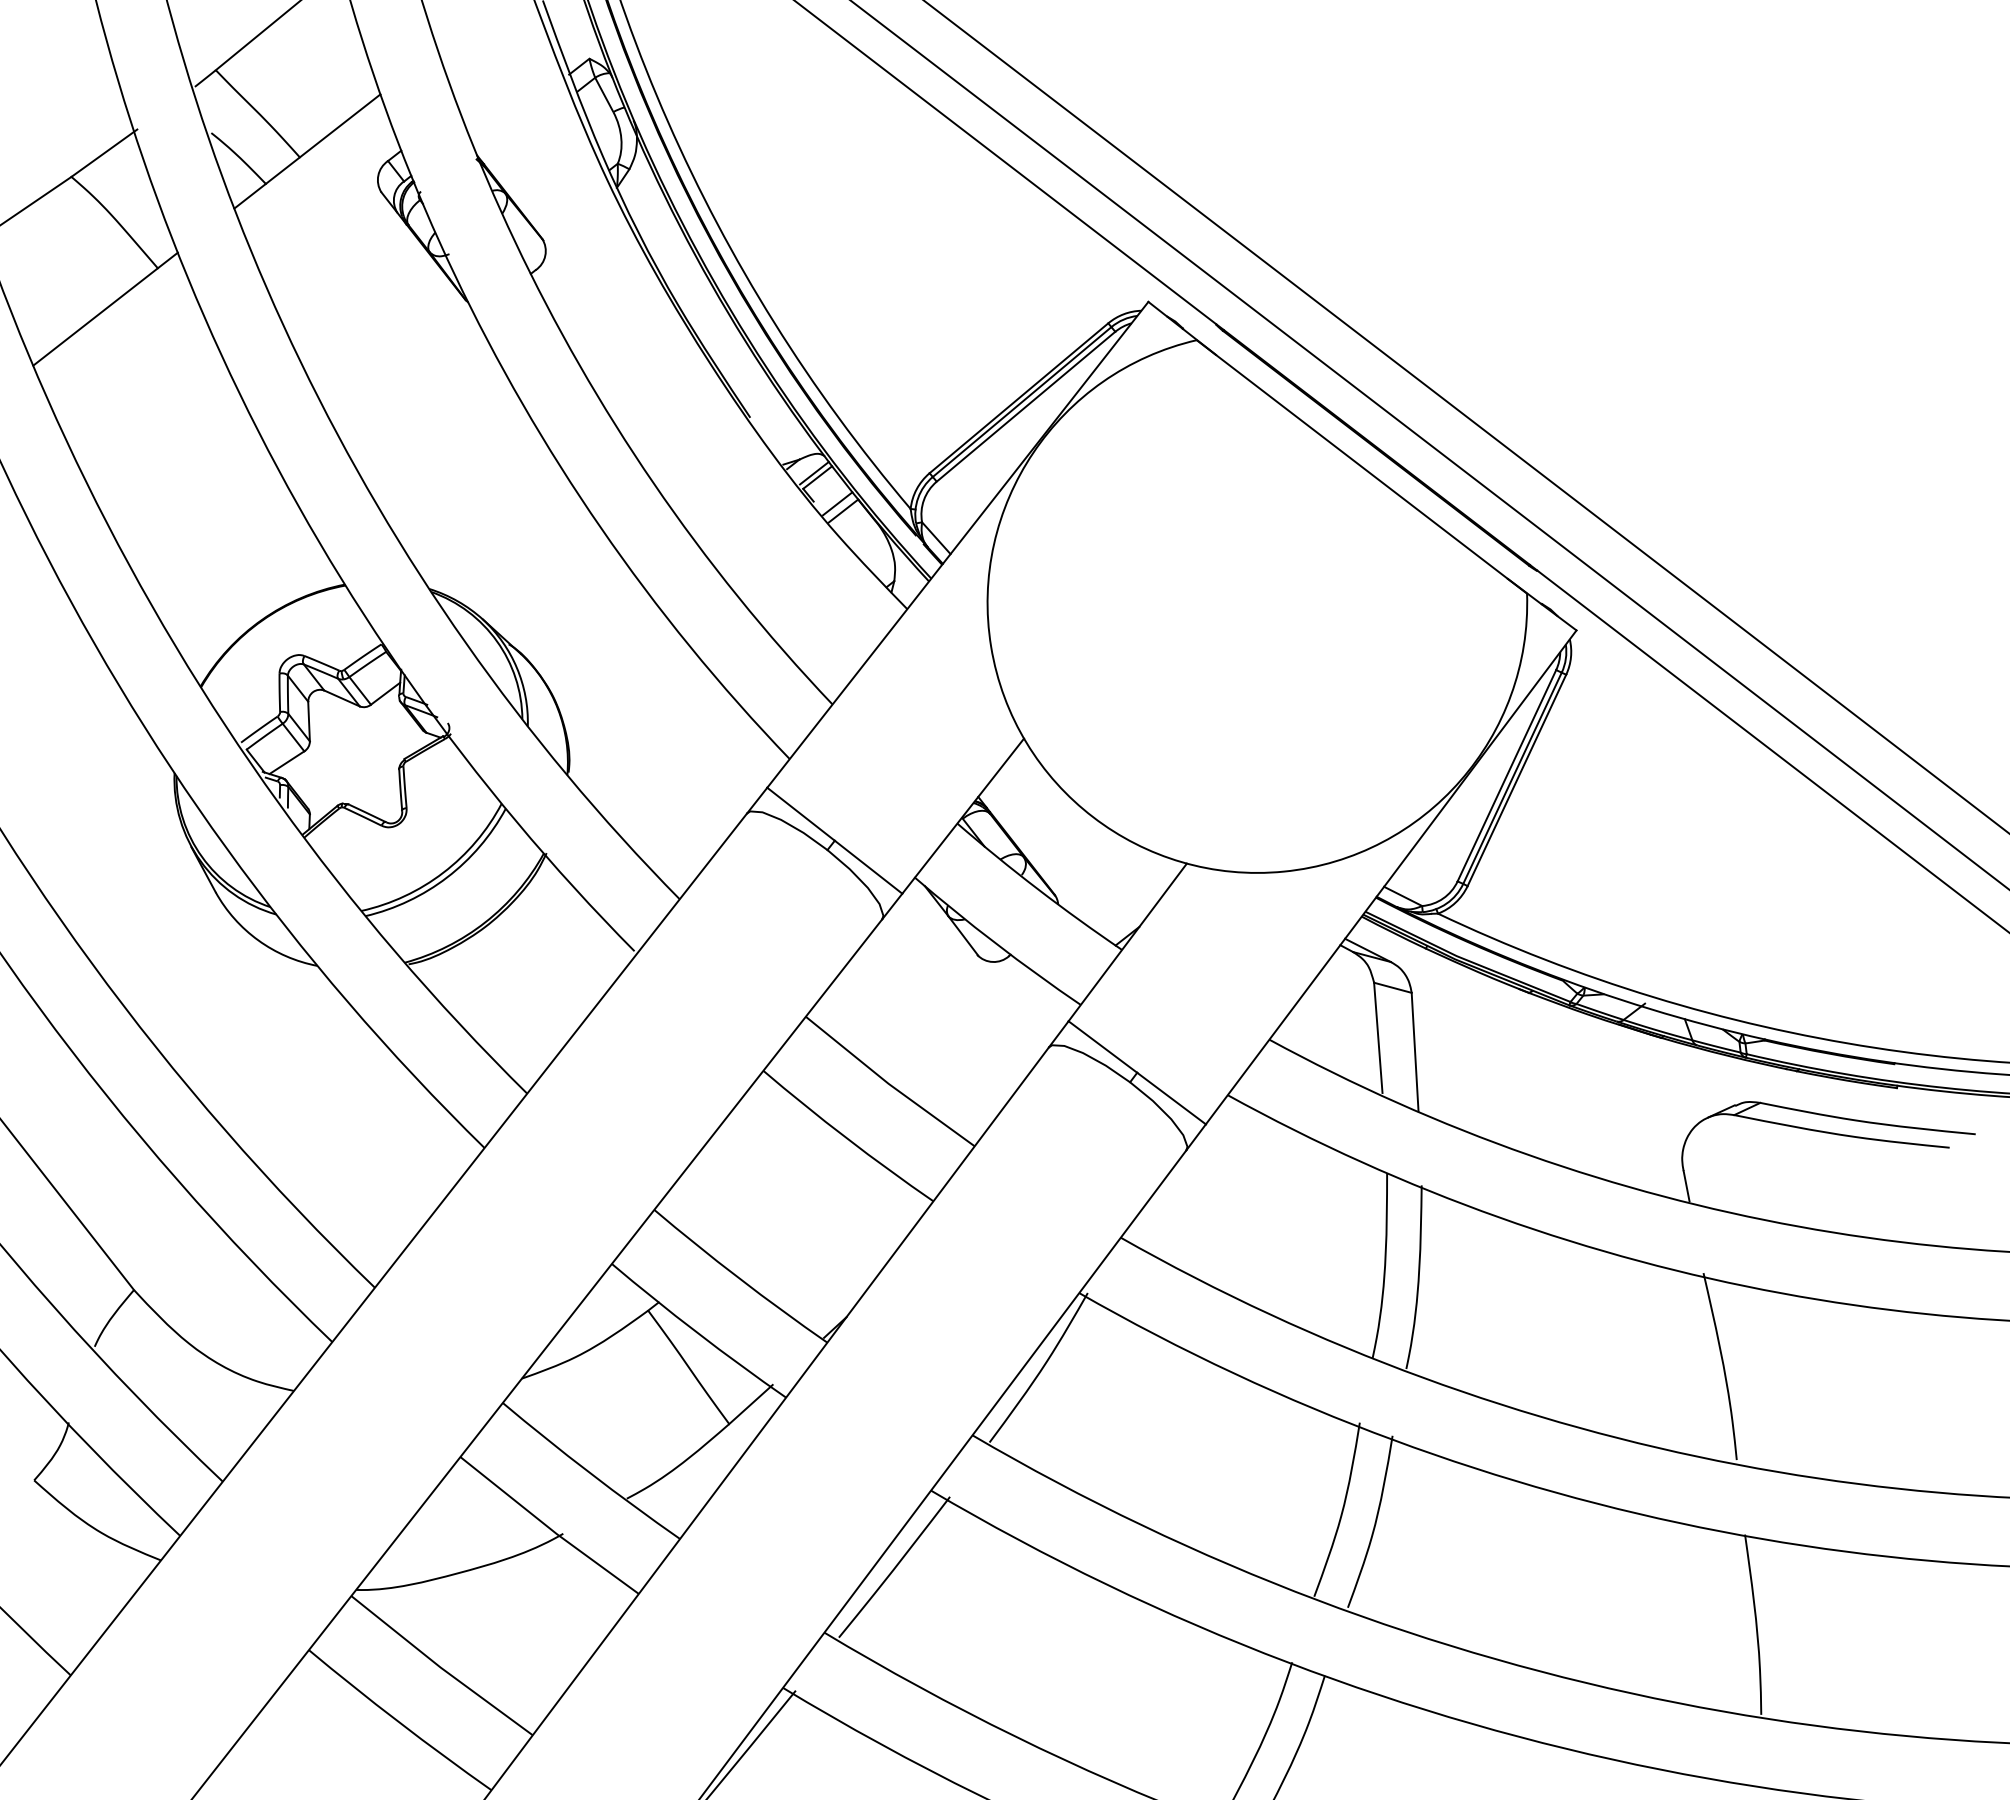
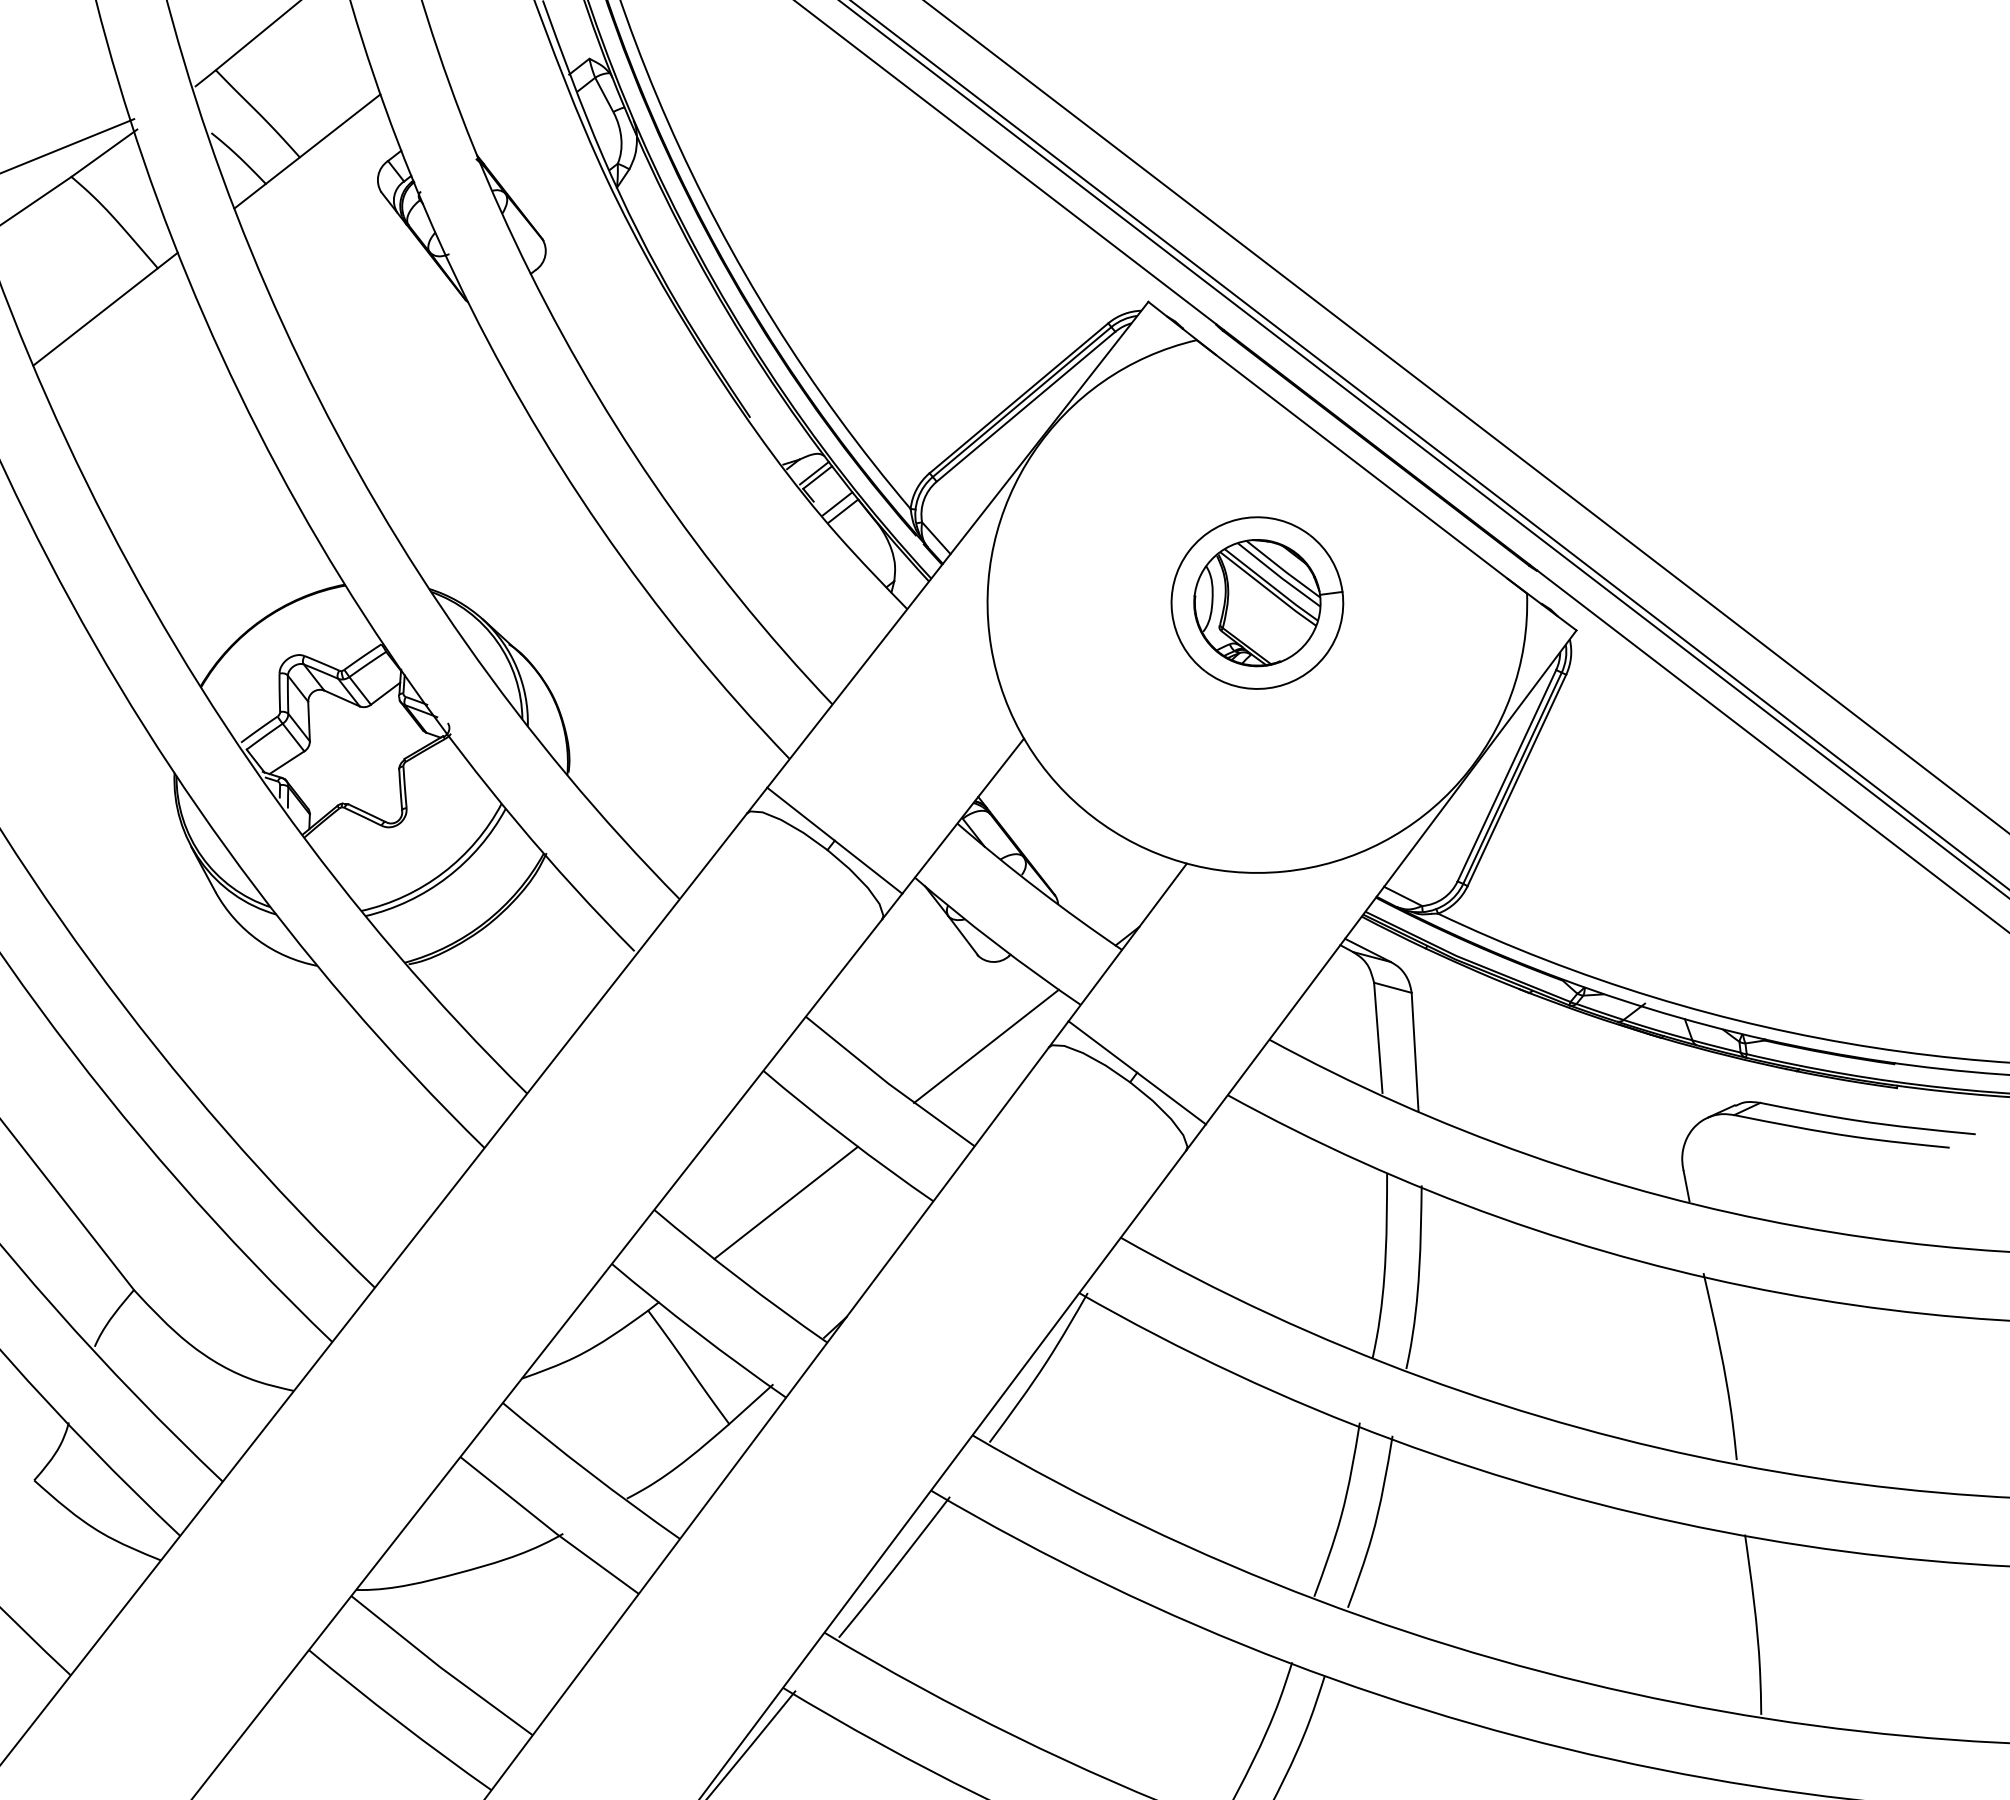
line at (68, 145): none -> present
line at (1423, 449): none -> present
part at (1257, 602): none -> present
line at (986, 1046): none -> present
line at (785, 1202): none -> present
